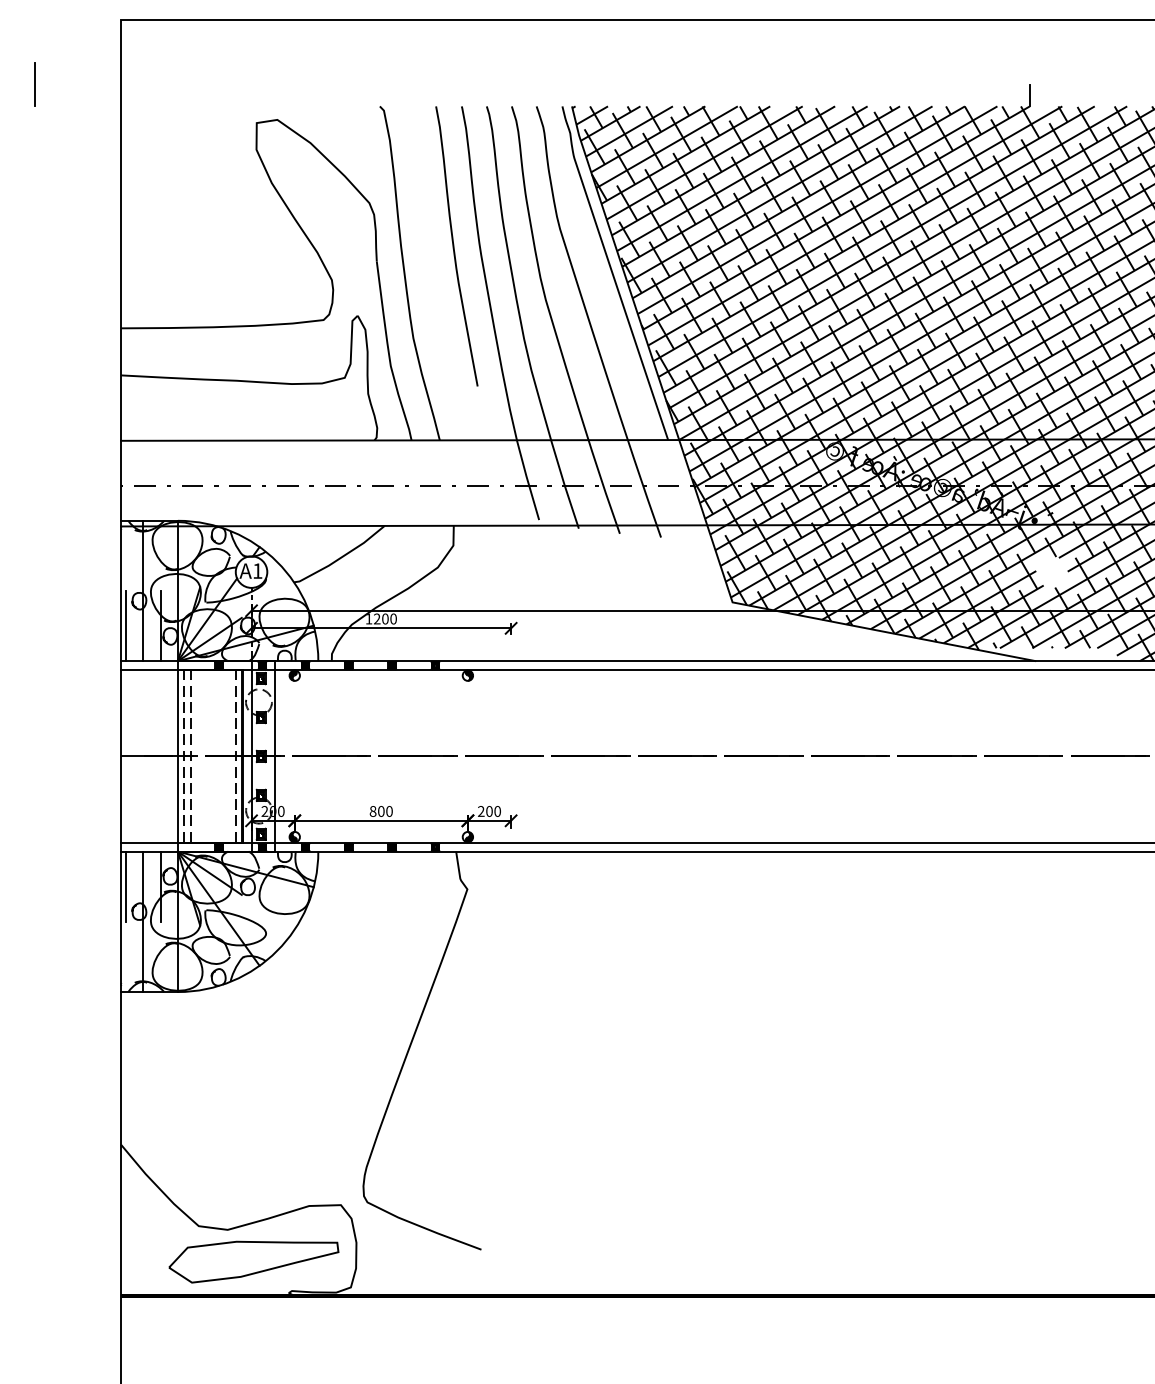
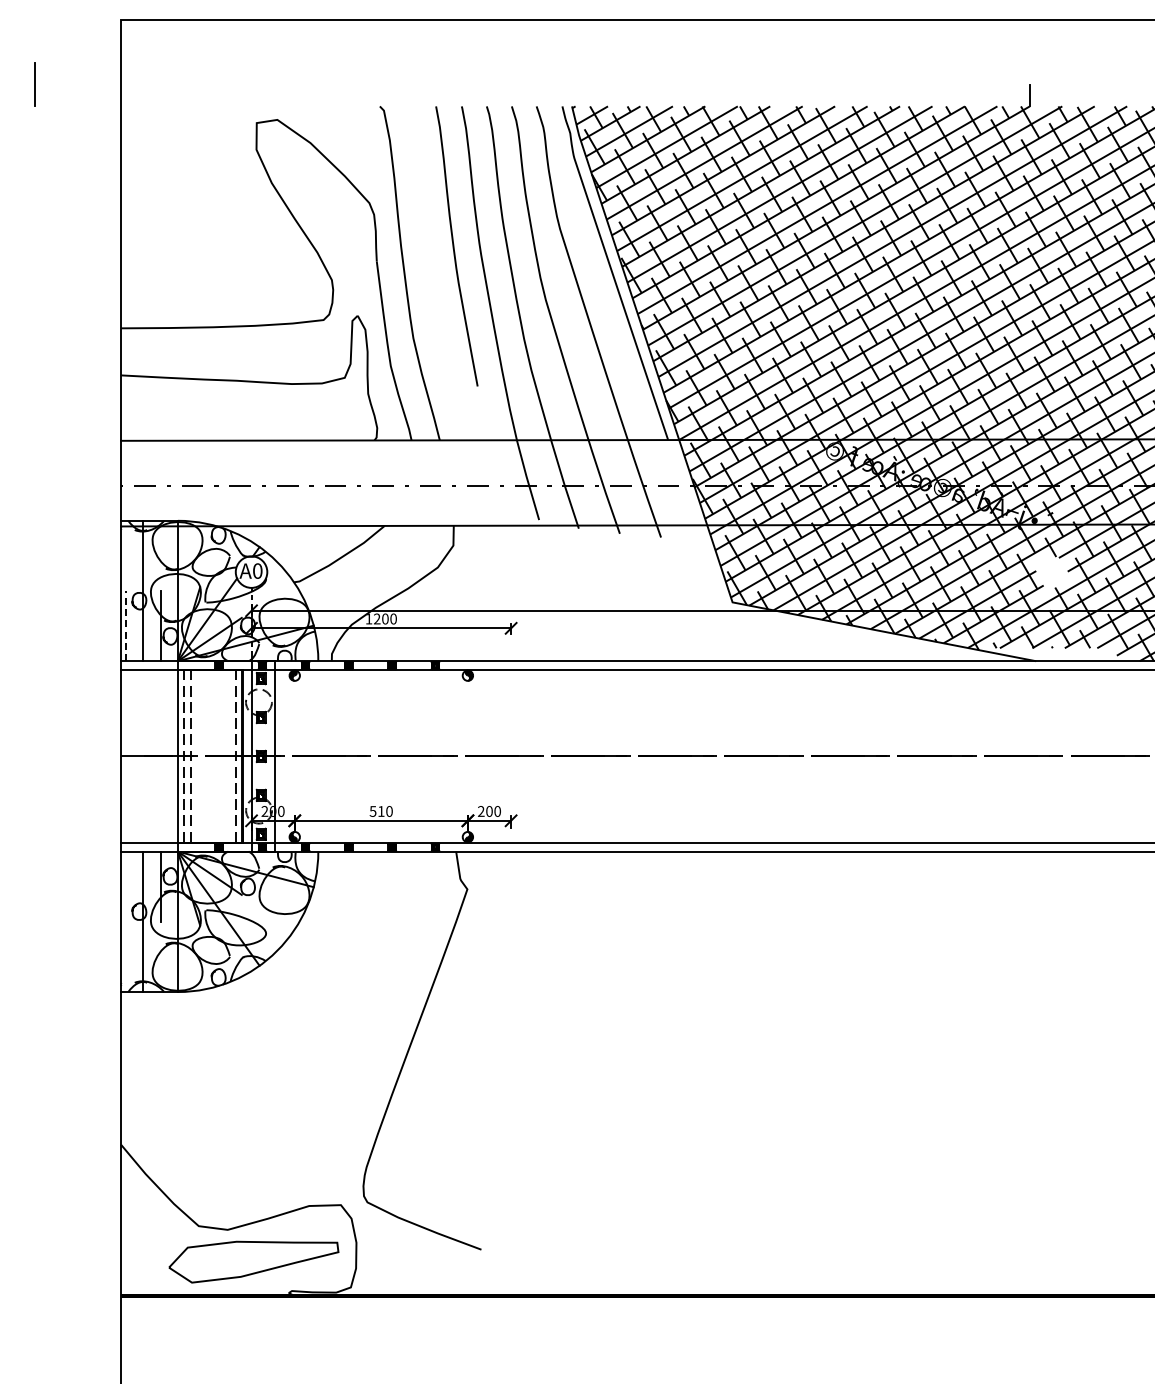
text at (257, 570): A1 -> A0
line at (125, 625): solid -> dashed
text at (376, 811): 800 -> 510
line at (125, 886): present -> none
